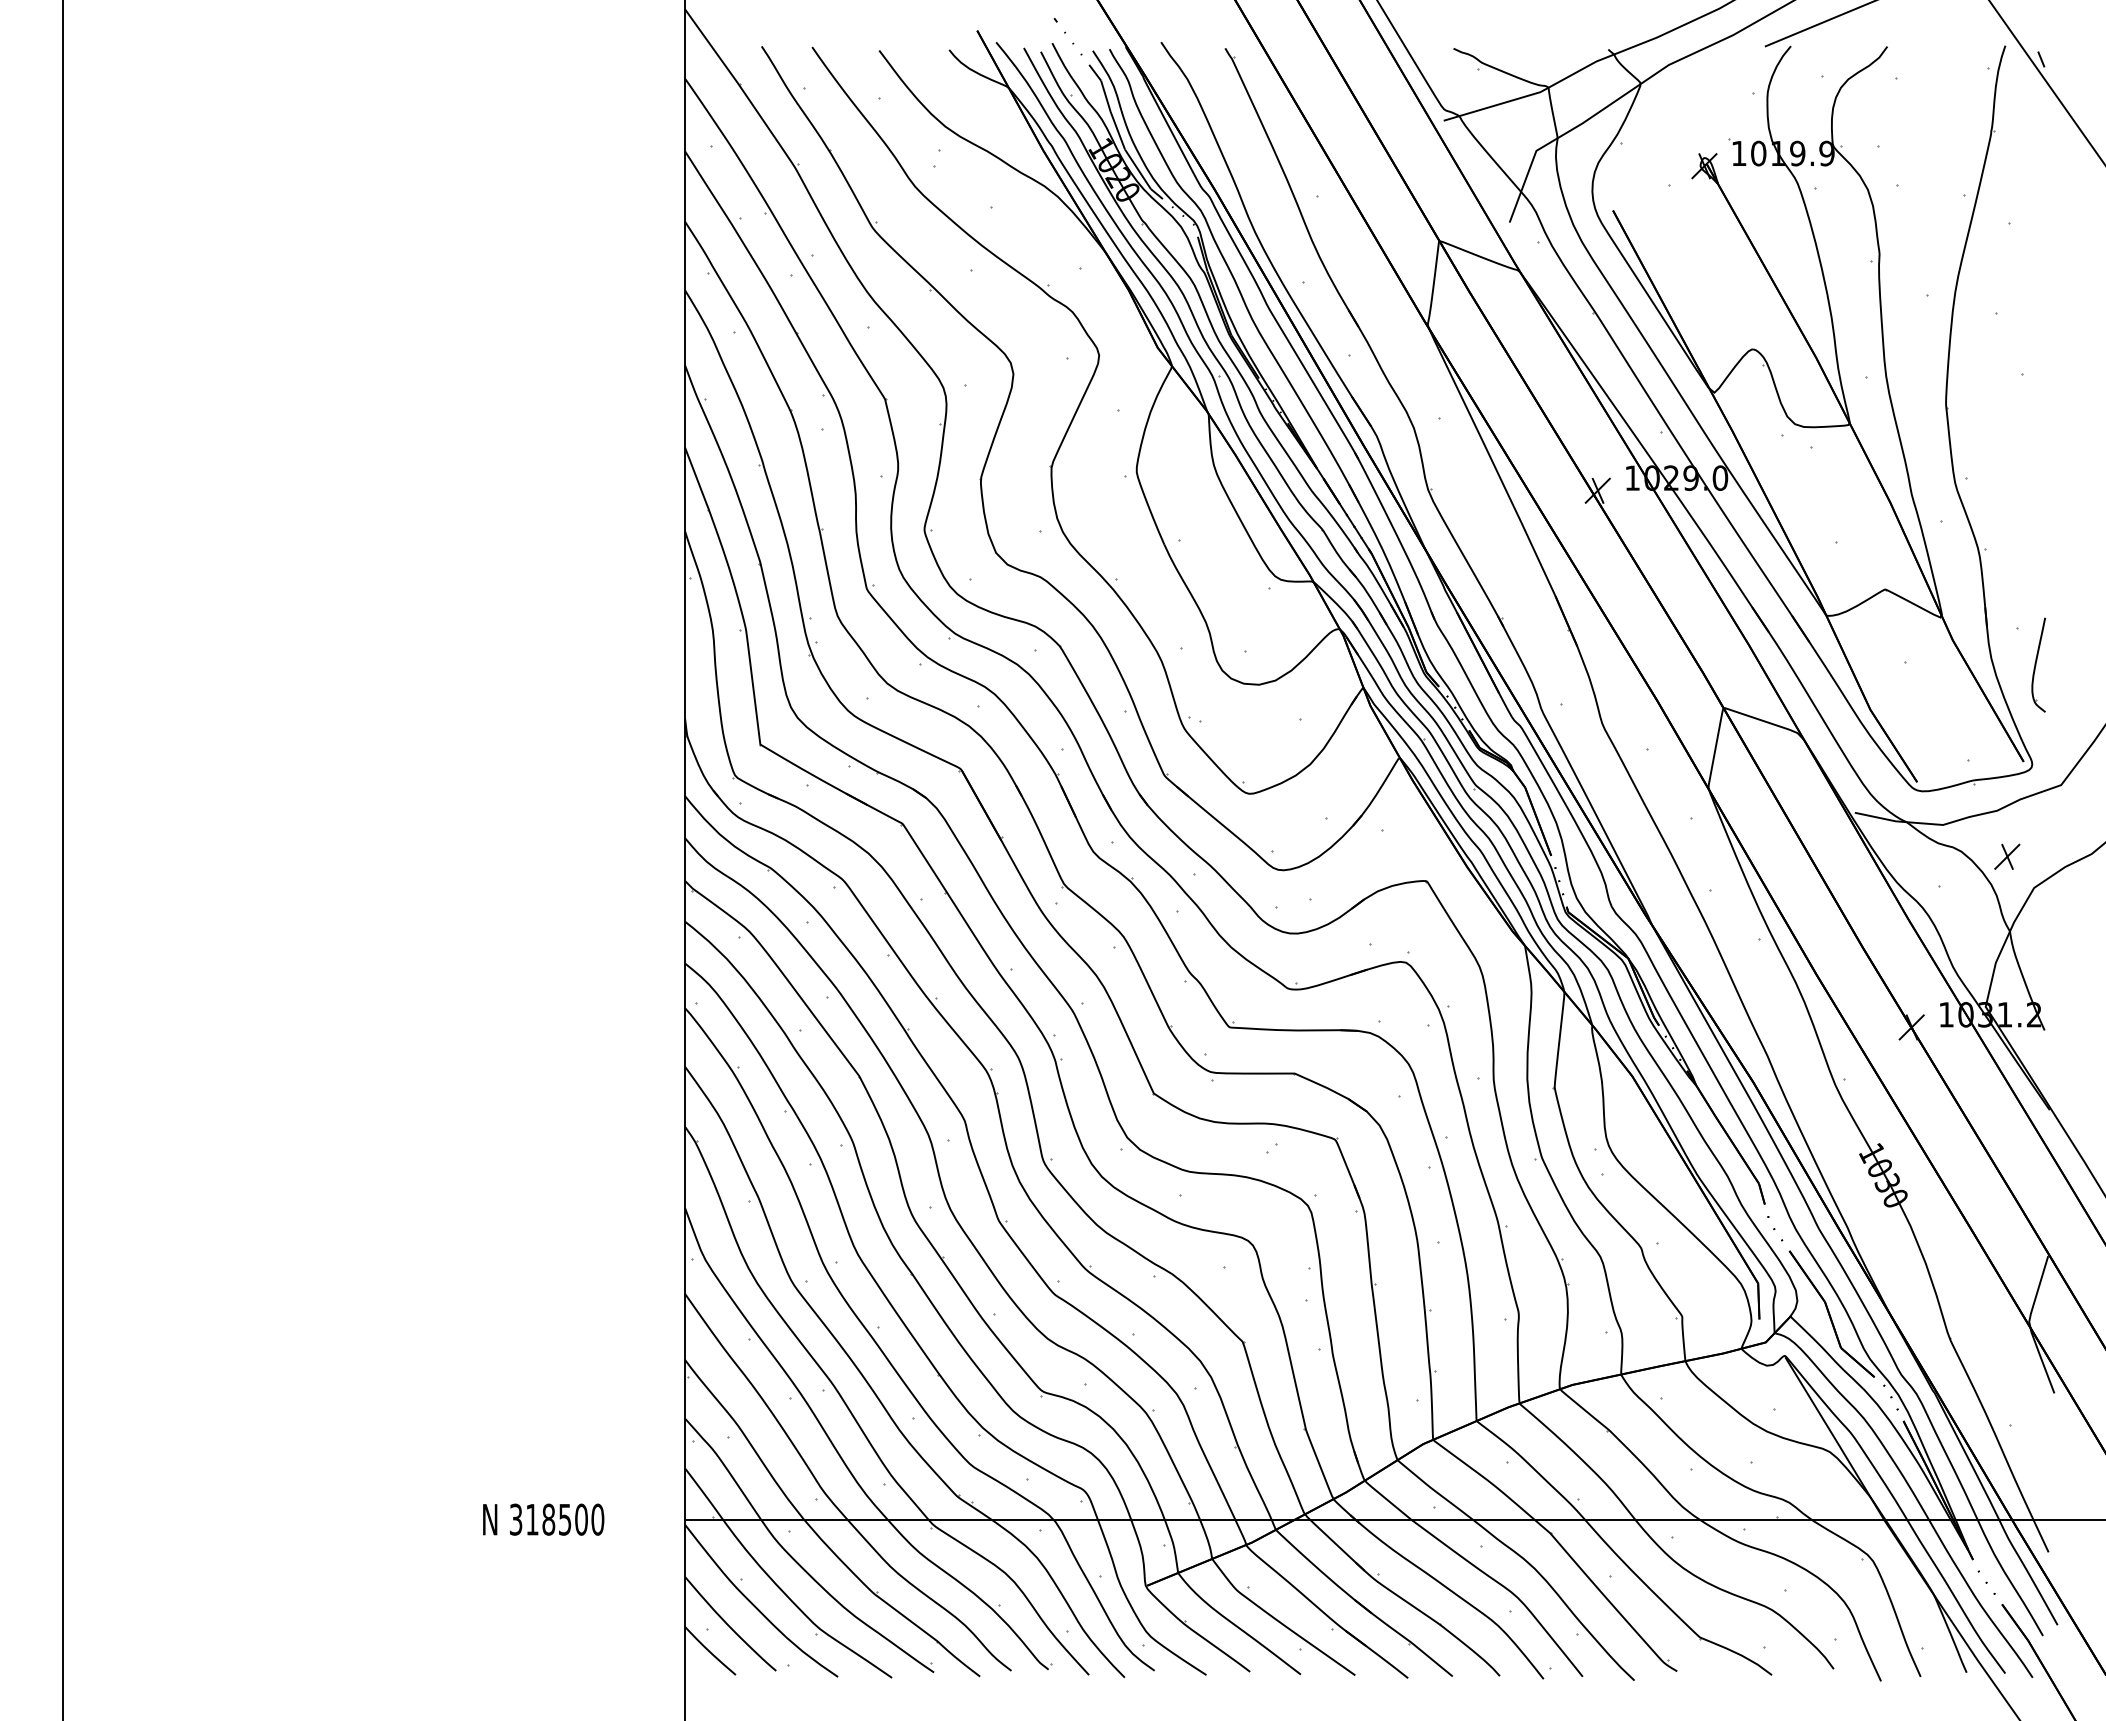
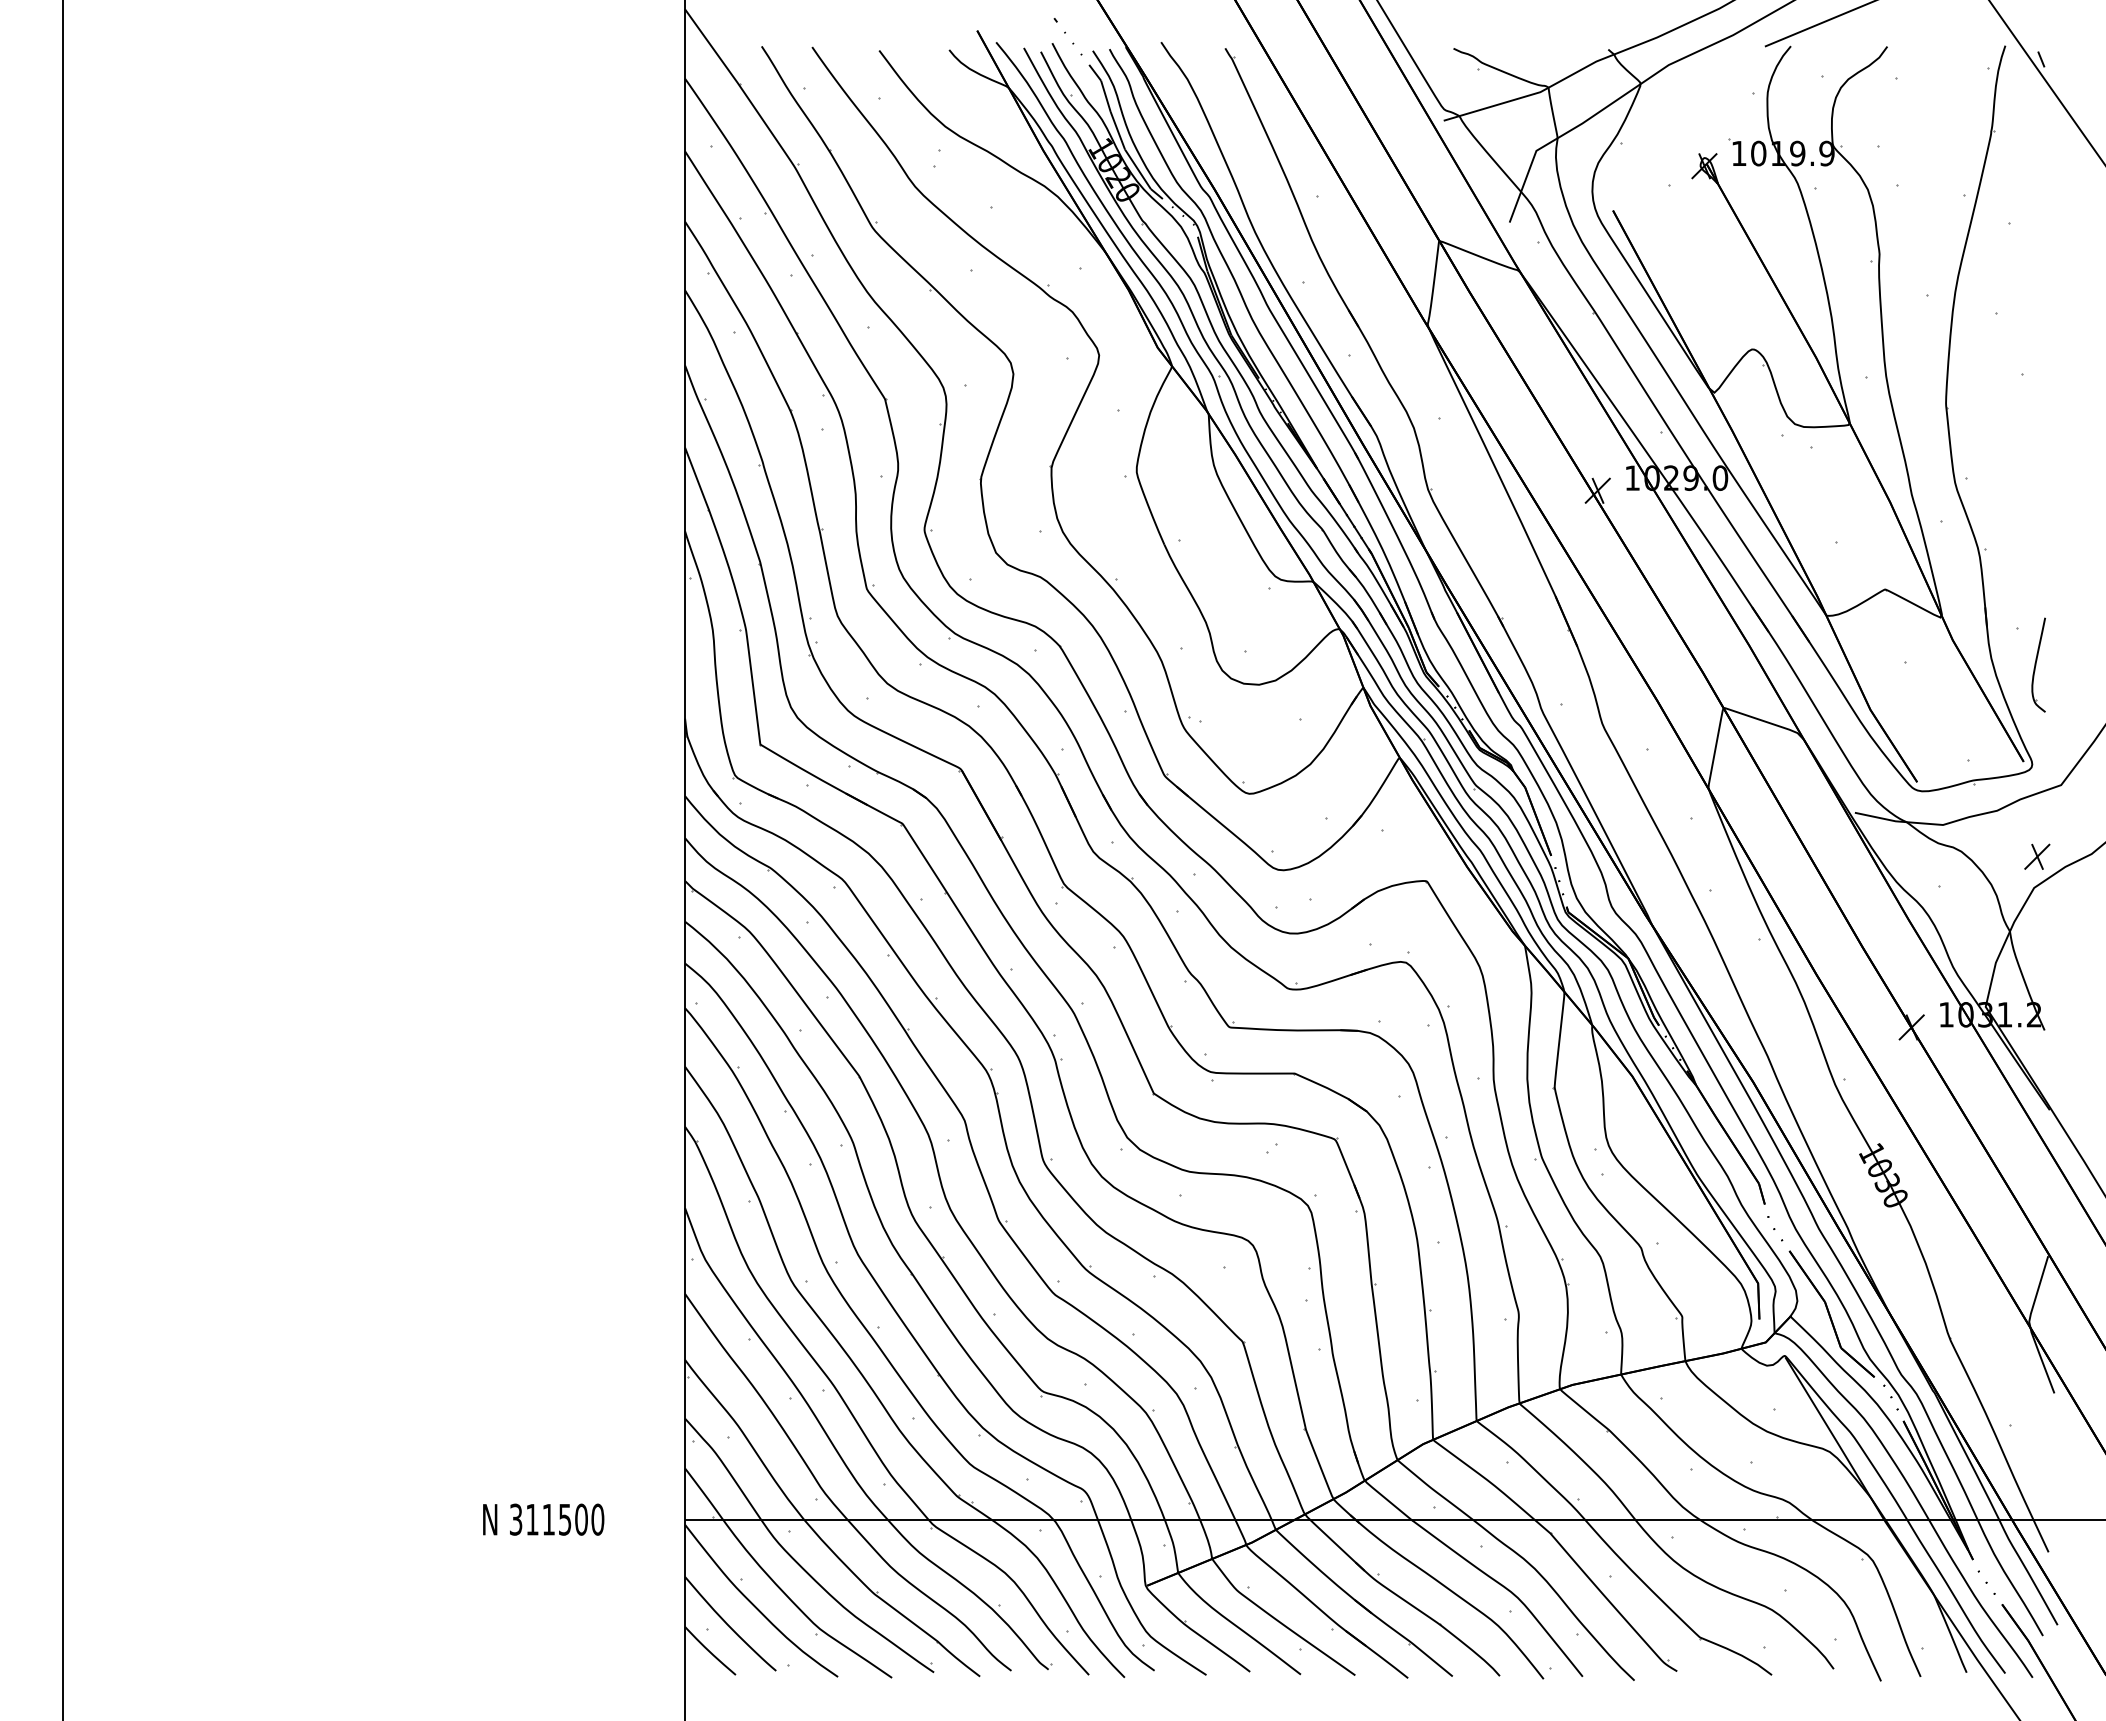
part at (2007, 856) position: (2007, 856) -> (2037, 856)
text at (548, 1519): 318500 -> 311500
